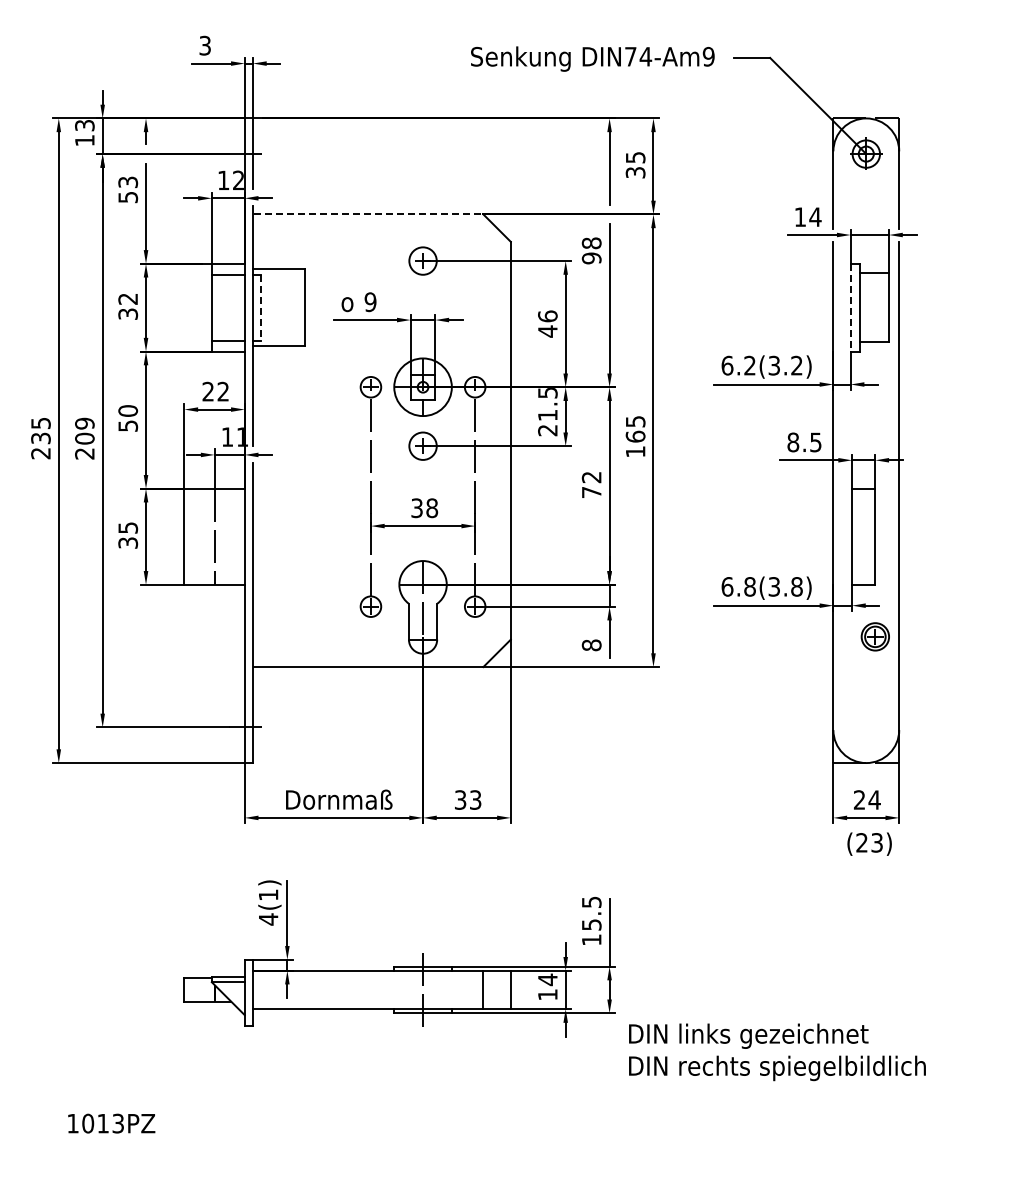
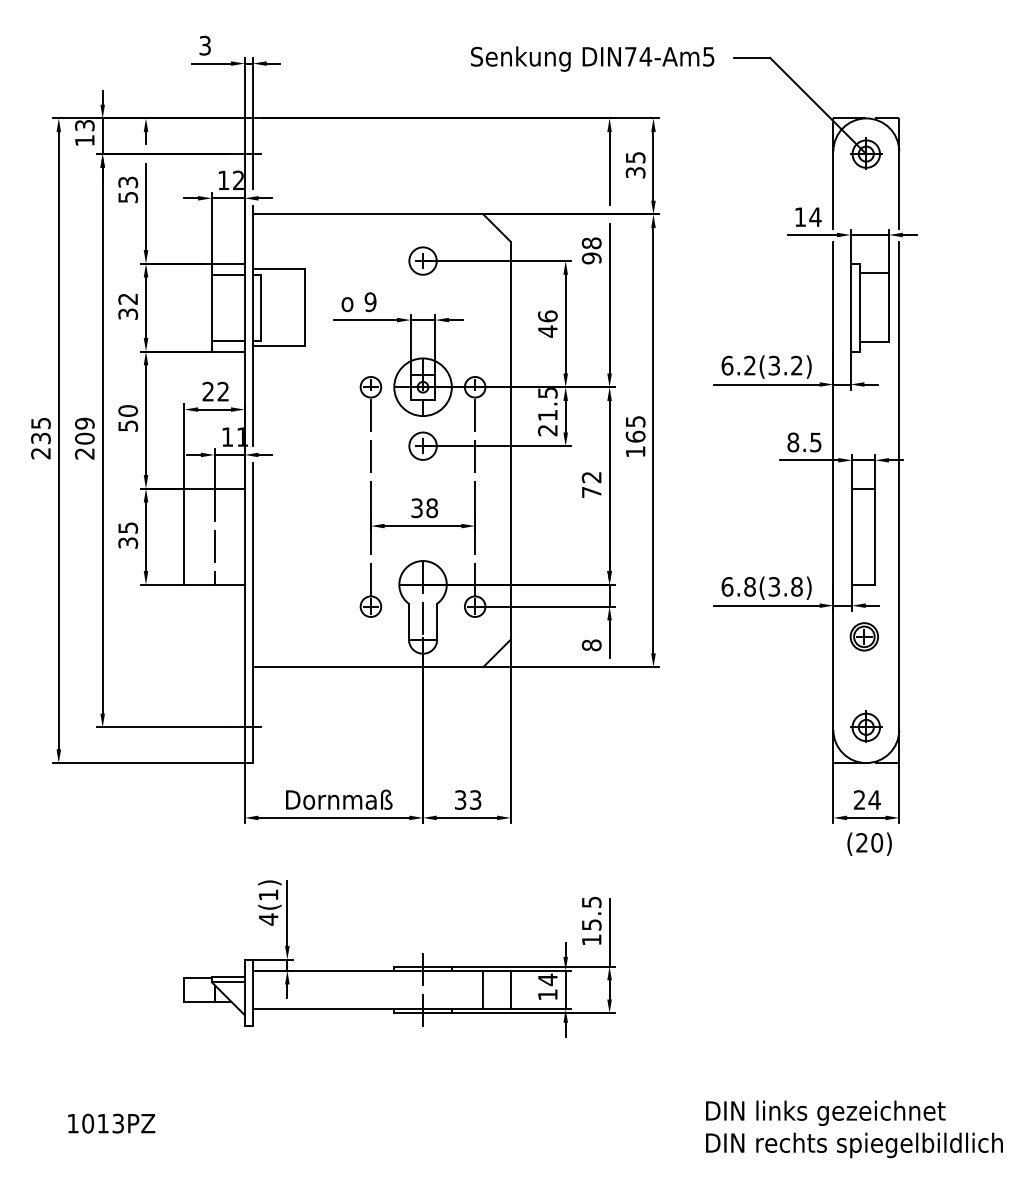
text at (708, 56): DIN74-Am9 -> DIN74-Am5
line at (368, 214): dashed -> solid
line at (260, 307): dashed -> solid
line at (850, 307): dashed -> solid
part at (874, 636) position: (874, 636) -> (863, 636)
part at (866, 726): none -> present
text at (877, 842): (23) -> (20)
text at (777, 1052) position: (777, 1052) -> (854, 1129)
